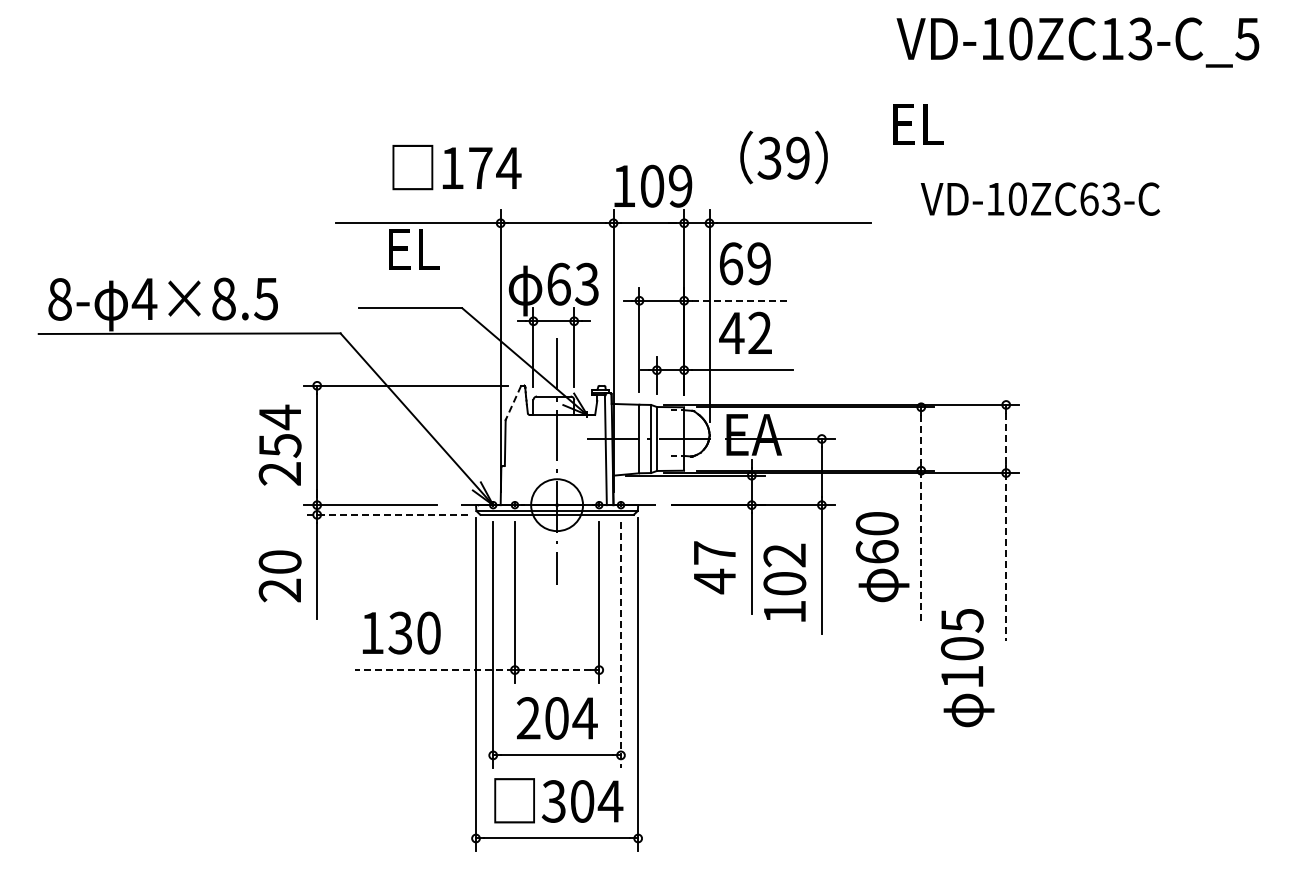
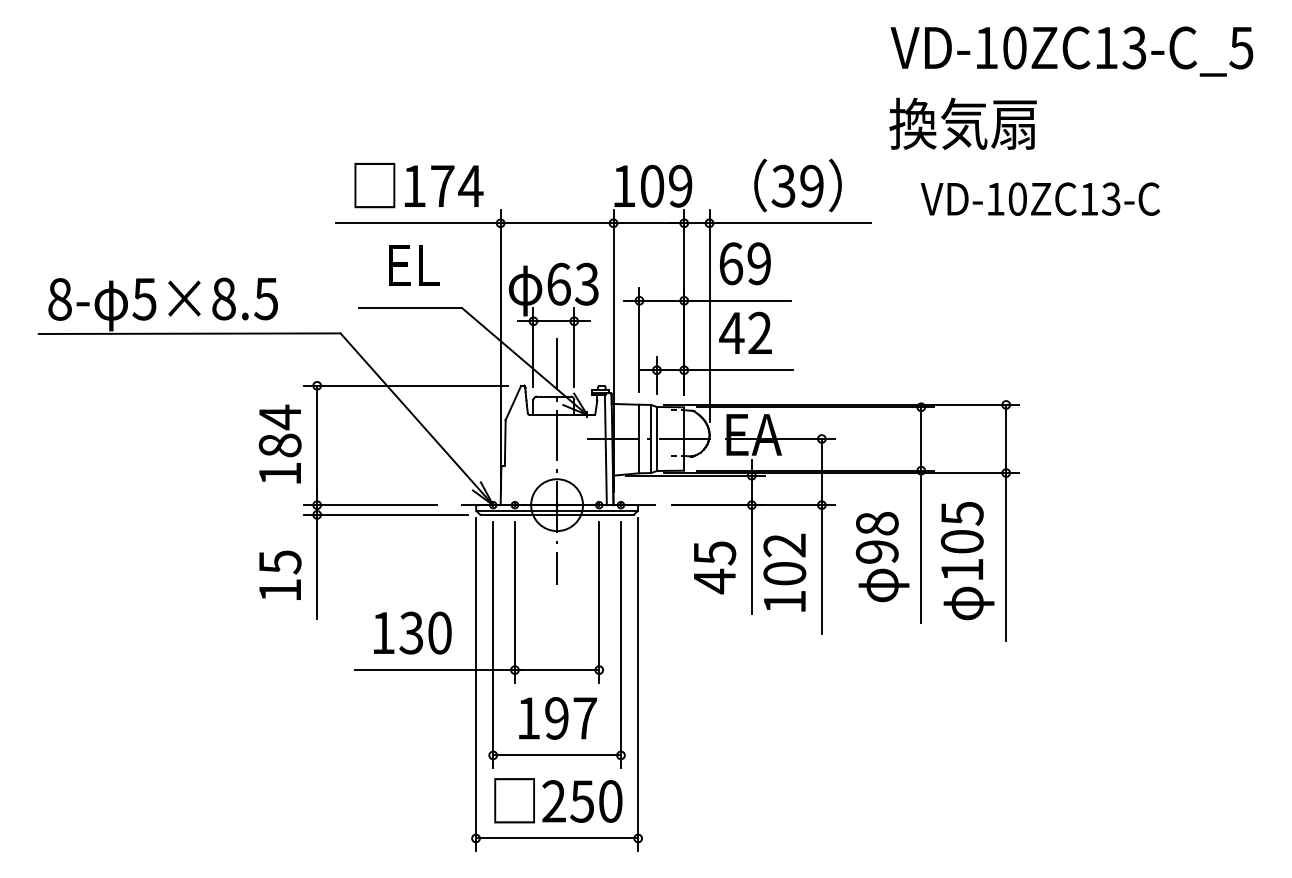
text at (1077, 42) position: (1077, 42) -> (1071, 51)
text at (962, 123): EL -> 換気扇
text at (783, 157) position: (783, 157) -> (797, 185)
text at (456, 167) position: (456, 167) -> (418, 185)
text at (1089, 198): VD-10ZC63-C -> VD-10ZC13-C
text at (414, 249) position: (414, 249) -> (414, 265)
text at (144, 299): 4×8.5 -> 5×8.5
line at (741, 300): dashed -> solid
line at (513, 402): dashed -> solid
line at (921, 439): dashed -> solid
line at (1006, 439): dashed -> solid
text at (279, 459): 254 -> 184
line at (385, 514): dashed -> solid
text at (876, 537): 60 -> 98
line at (921, 547): dashed -> solid
text at (715, 553): 47 -> 45
line at (1006, 557): dashed -> solid
text at (279, 576): 20 -> 15
text at (784, 582) position: (784, 582) -> (784, 572)
text at (401, 632) position: (401, 632) -> (412, 632)
line at (620, 645): dashed -> solid
text at (967, 668) position: (967, 668) -> (967, 561)
line at (472, 670): dashed -> solid
text at (557, 718): 204 -> 197
text at (582, 801): 304 -> 250
